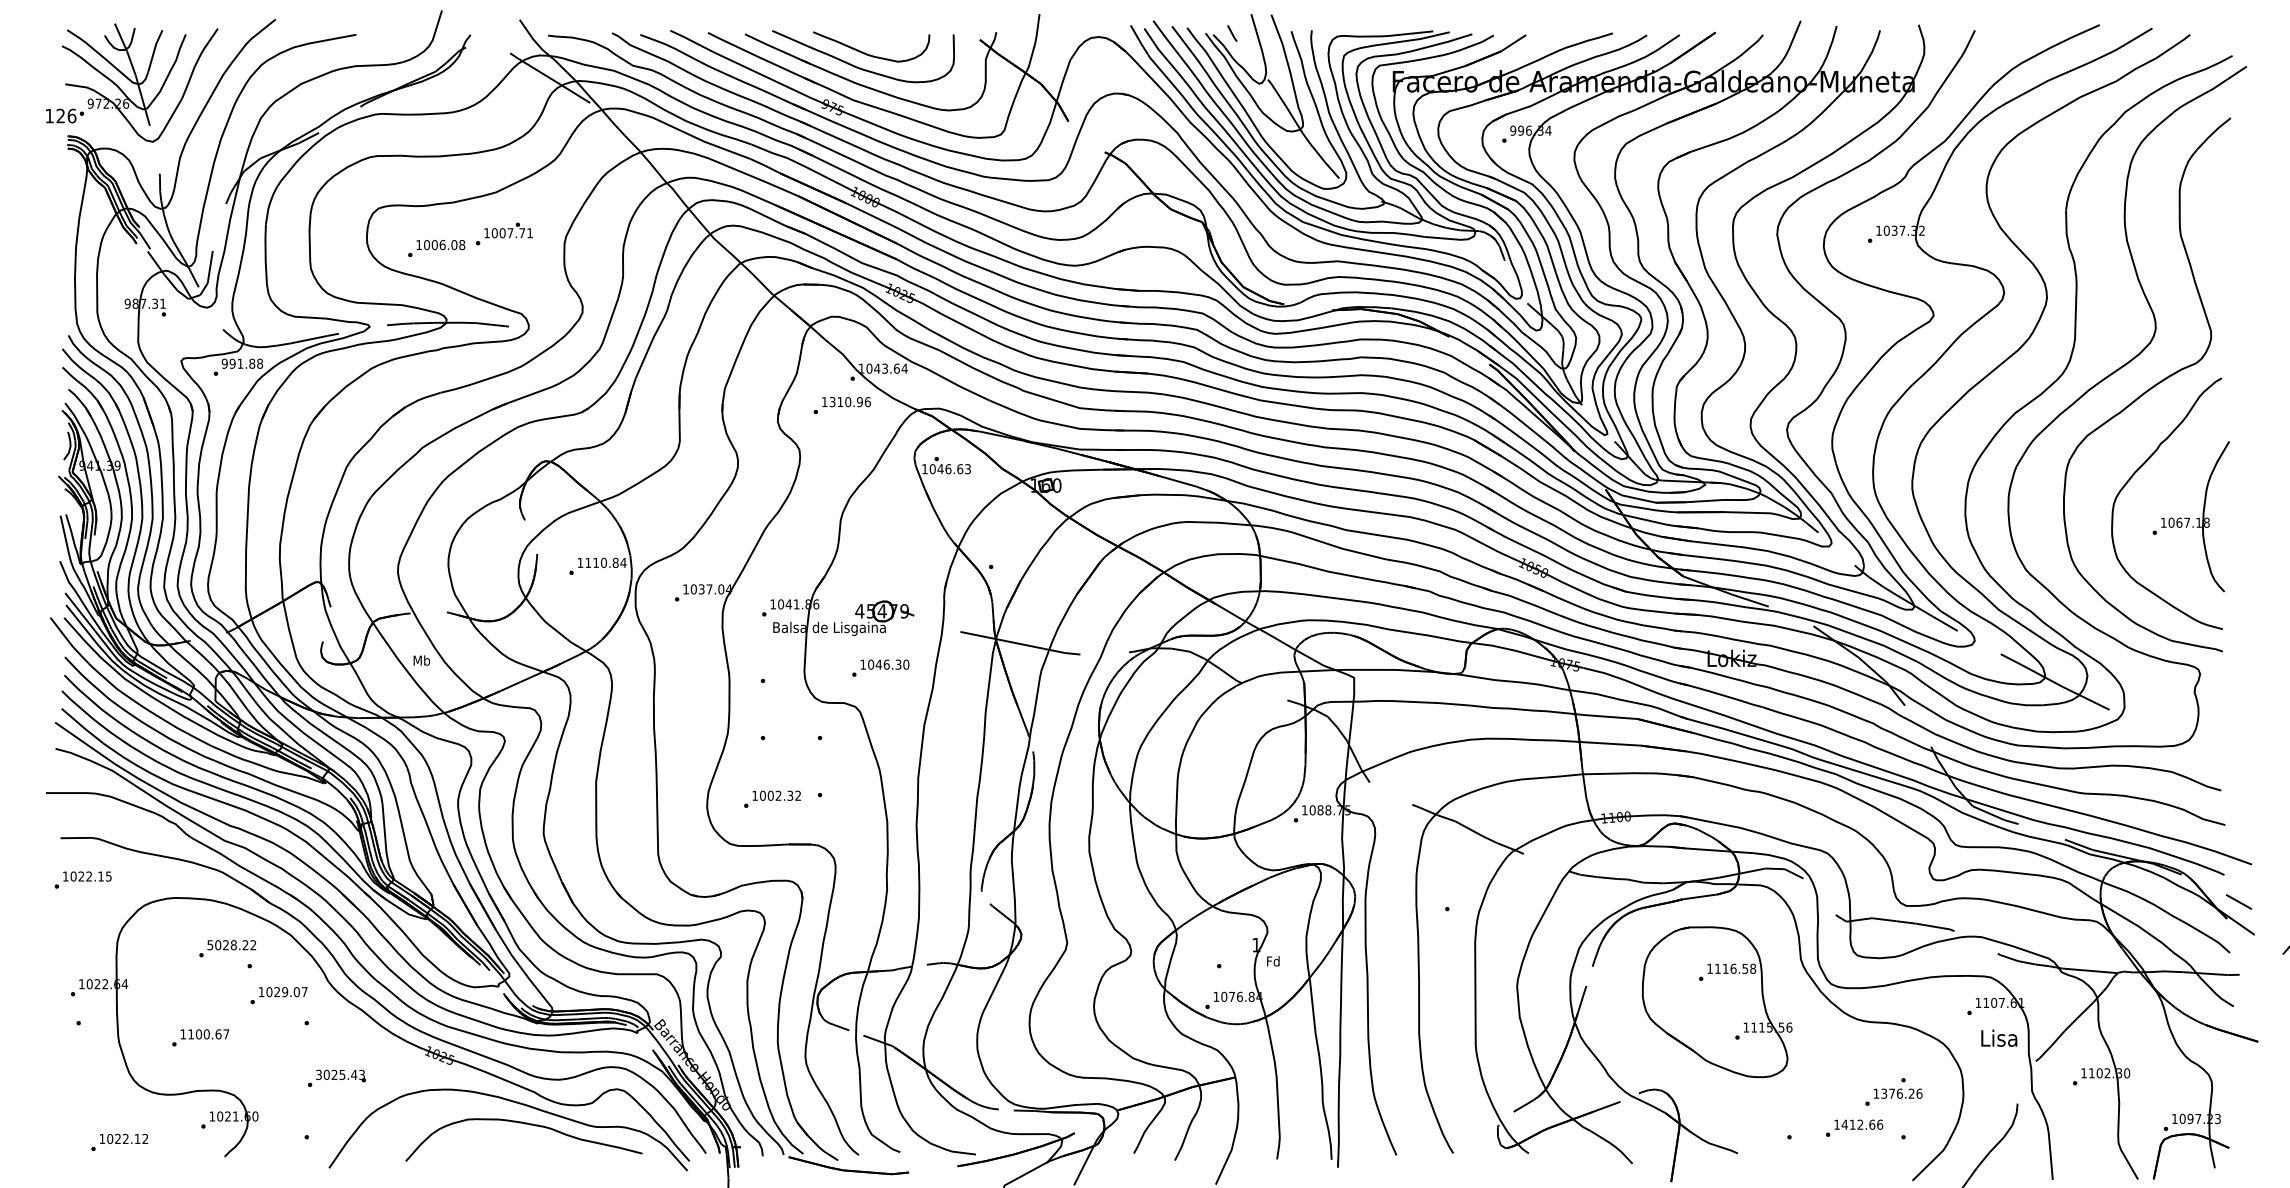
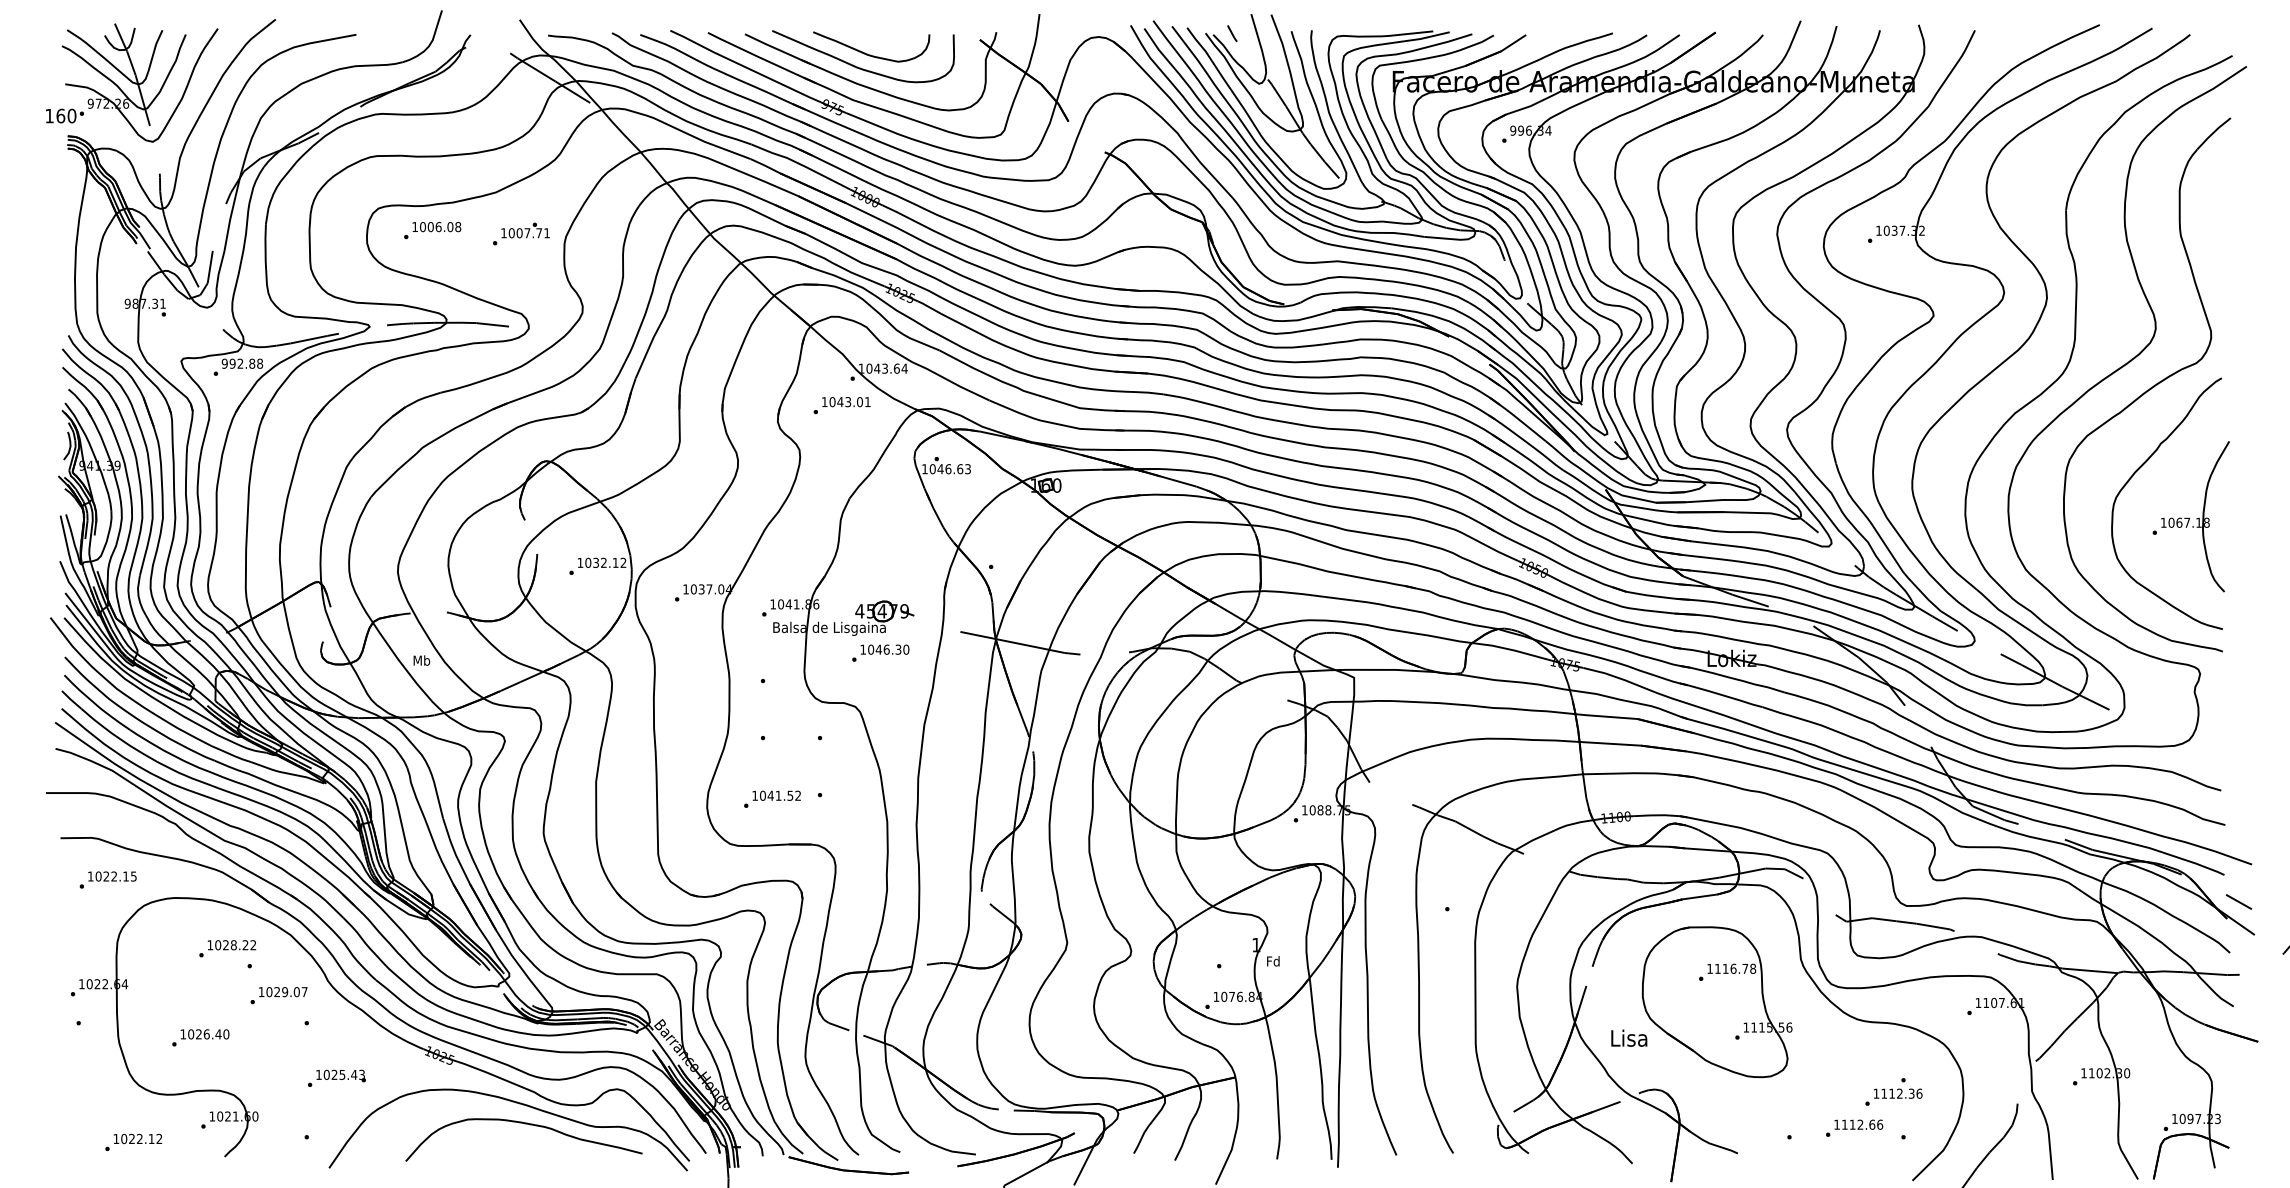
text at (66, 115): 126 -> 160
text at (504, 233) position: (504, 233) -> (521, 233)
text at (436, 248) position: (436, 248) -> (432, 230)
text at (240, 363): 991.88 -> 992.88
text at (849, 402): 1310.96 -> 1043.01
text at (605, 562): 1110.84 -> 1032.12
text at (880, 667) position: (880, 667) -> (880, 652)
text at (780, 795): 1002.32 -> 1041.52
text at (82, 879) position: (82, 879) -> (107, 879)
text at (210, 945): 5028.22 -> 1028.22
text at (1745, 968): 1116.58 -> 1116.78
text at (208, 1034): 1100.67 -> 1026.40
text at (1999, 1037) position: (1999, 1037) -> (1629, 1037)
text at (318, 1074): 3025.43 -> 1025.43
text at (1897, 1093): 1376.26 -> 1112.36
text at (1844, 1124): 1412.66 -> 1112.66
text at (119, 1141) position: (119, 1141) -> (133, 1141)
